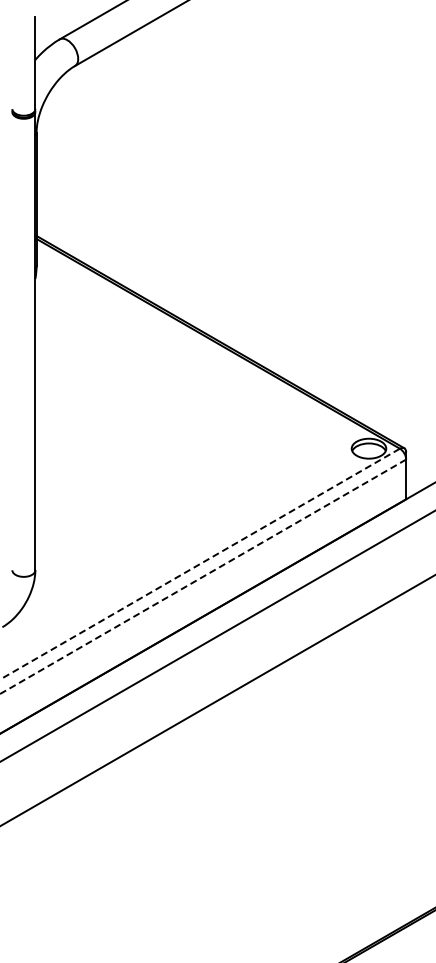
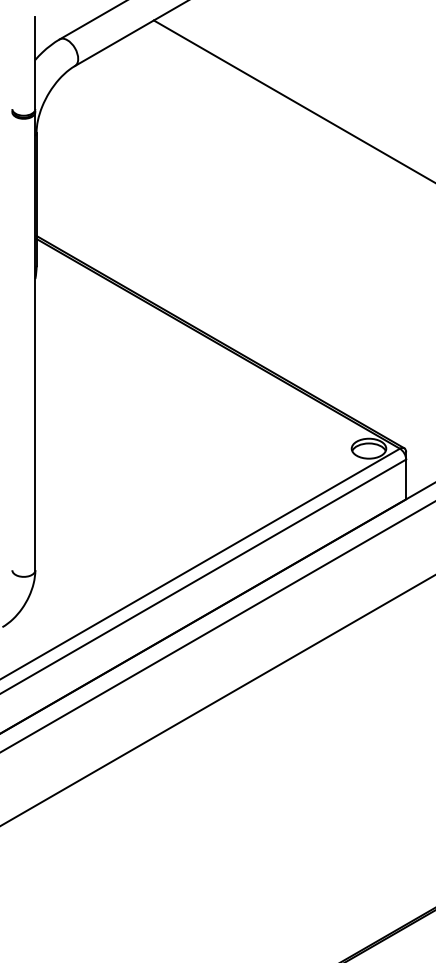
line at (292, 100): none -> present
line at (200, 564): dashed -> solid
line at (202, 576): dashed -> solid
line at (217, 636) position: (217, 636) -> (217, 626)
